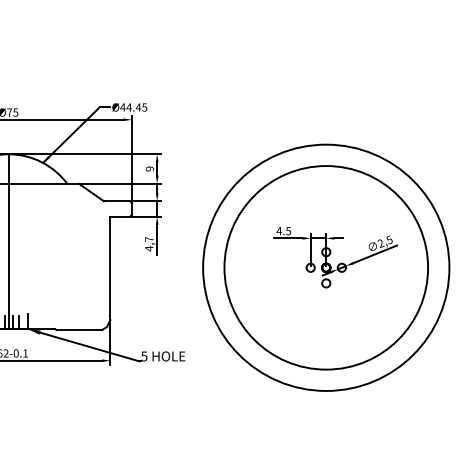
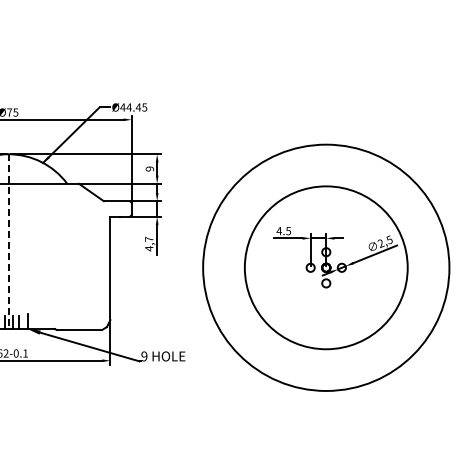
line at (8, 242): solid -> dashed
circle at (326, 267) diameter: 204 px -> 163 px
text at (144, 356): 5 -> 9
